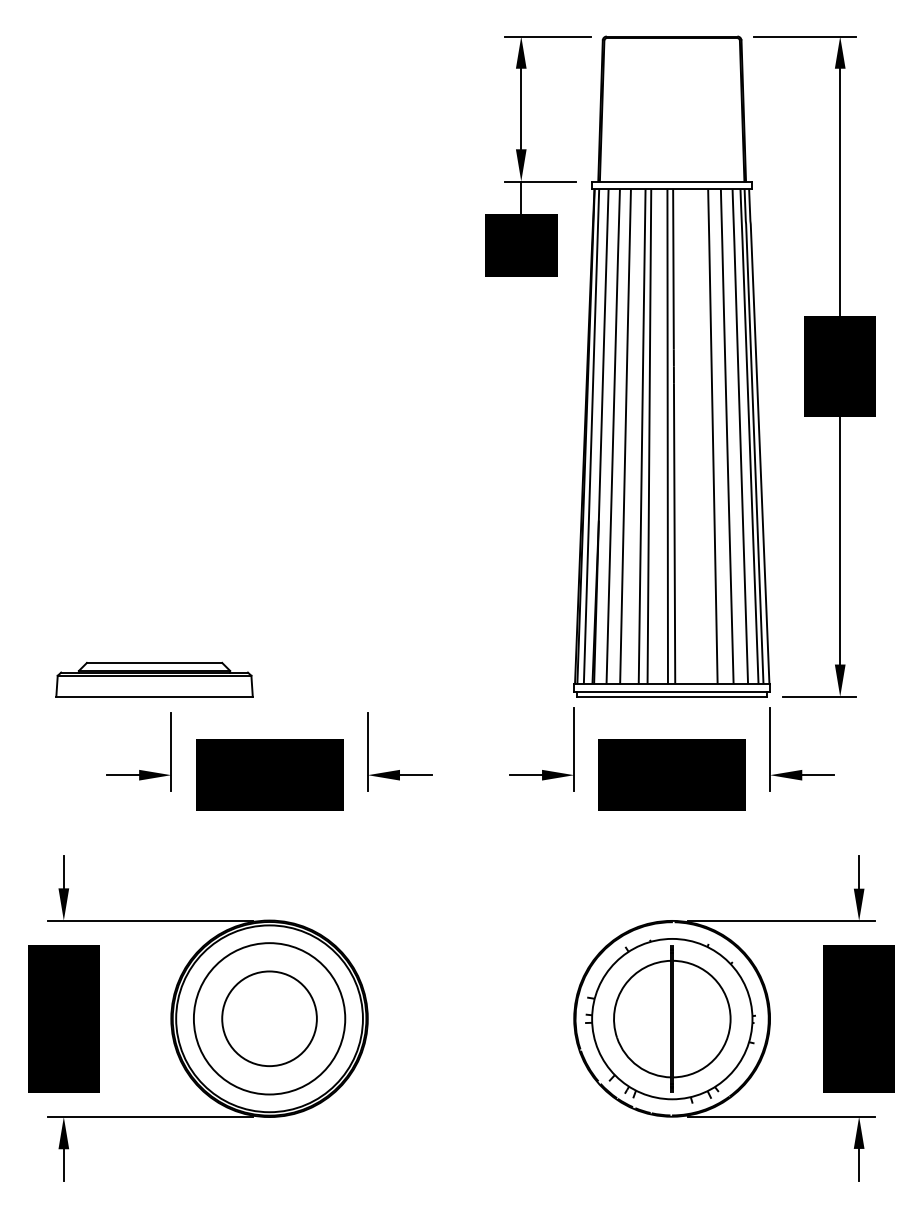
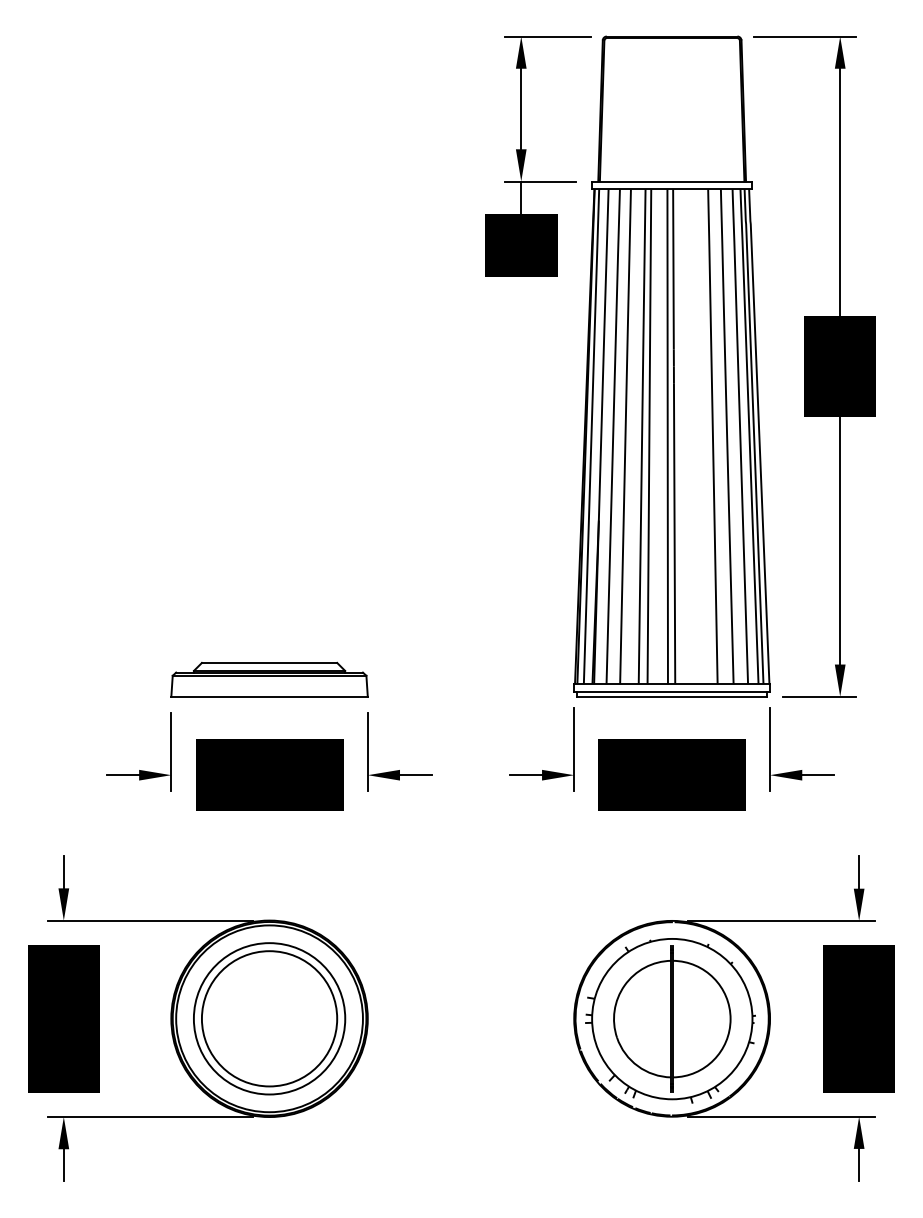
part at (154, 679) position: (154, 679) -> (269, 679)
circle at (269, 1018) diameter: 95 px -> 135 px
